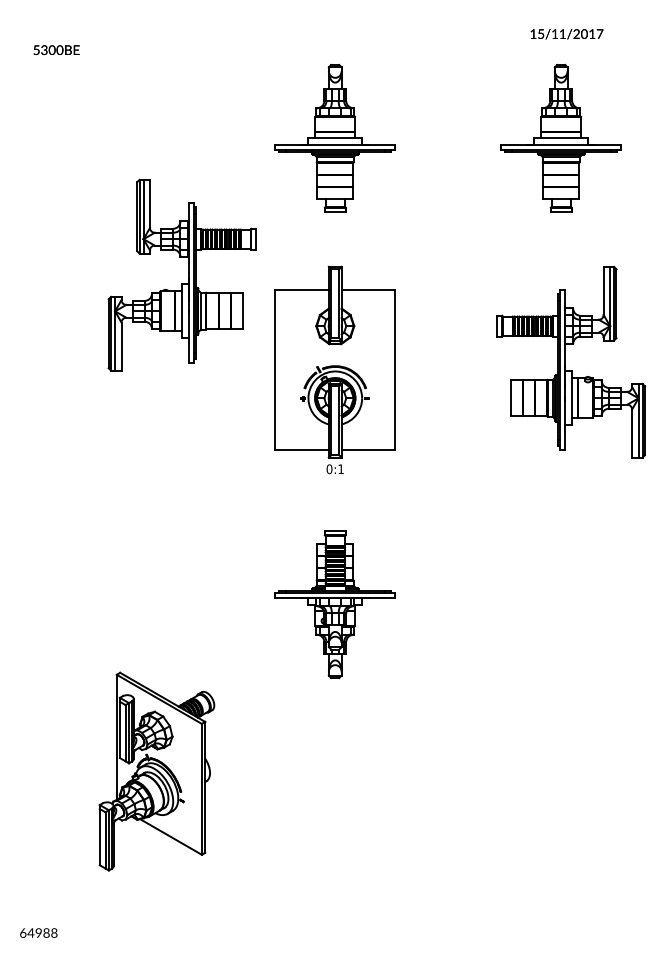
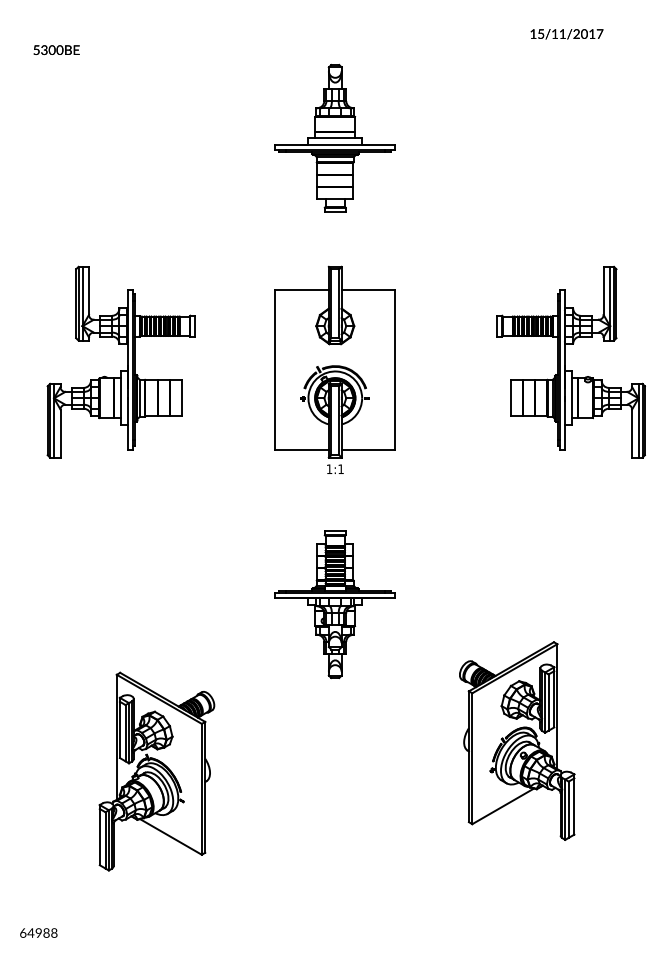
part at (560, 138): present -> none
part at (188, 274) position: (188, 274) -> (127, 361)
text at (329, 469): 0:1 -> 1:1
part at (517, 740): none -> present
